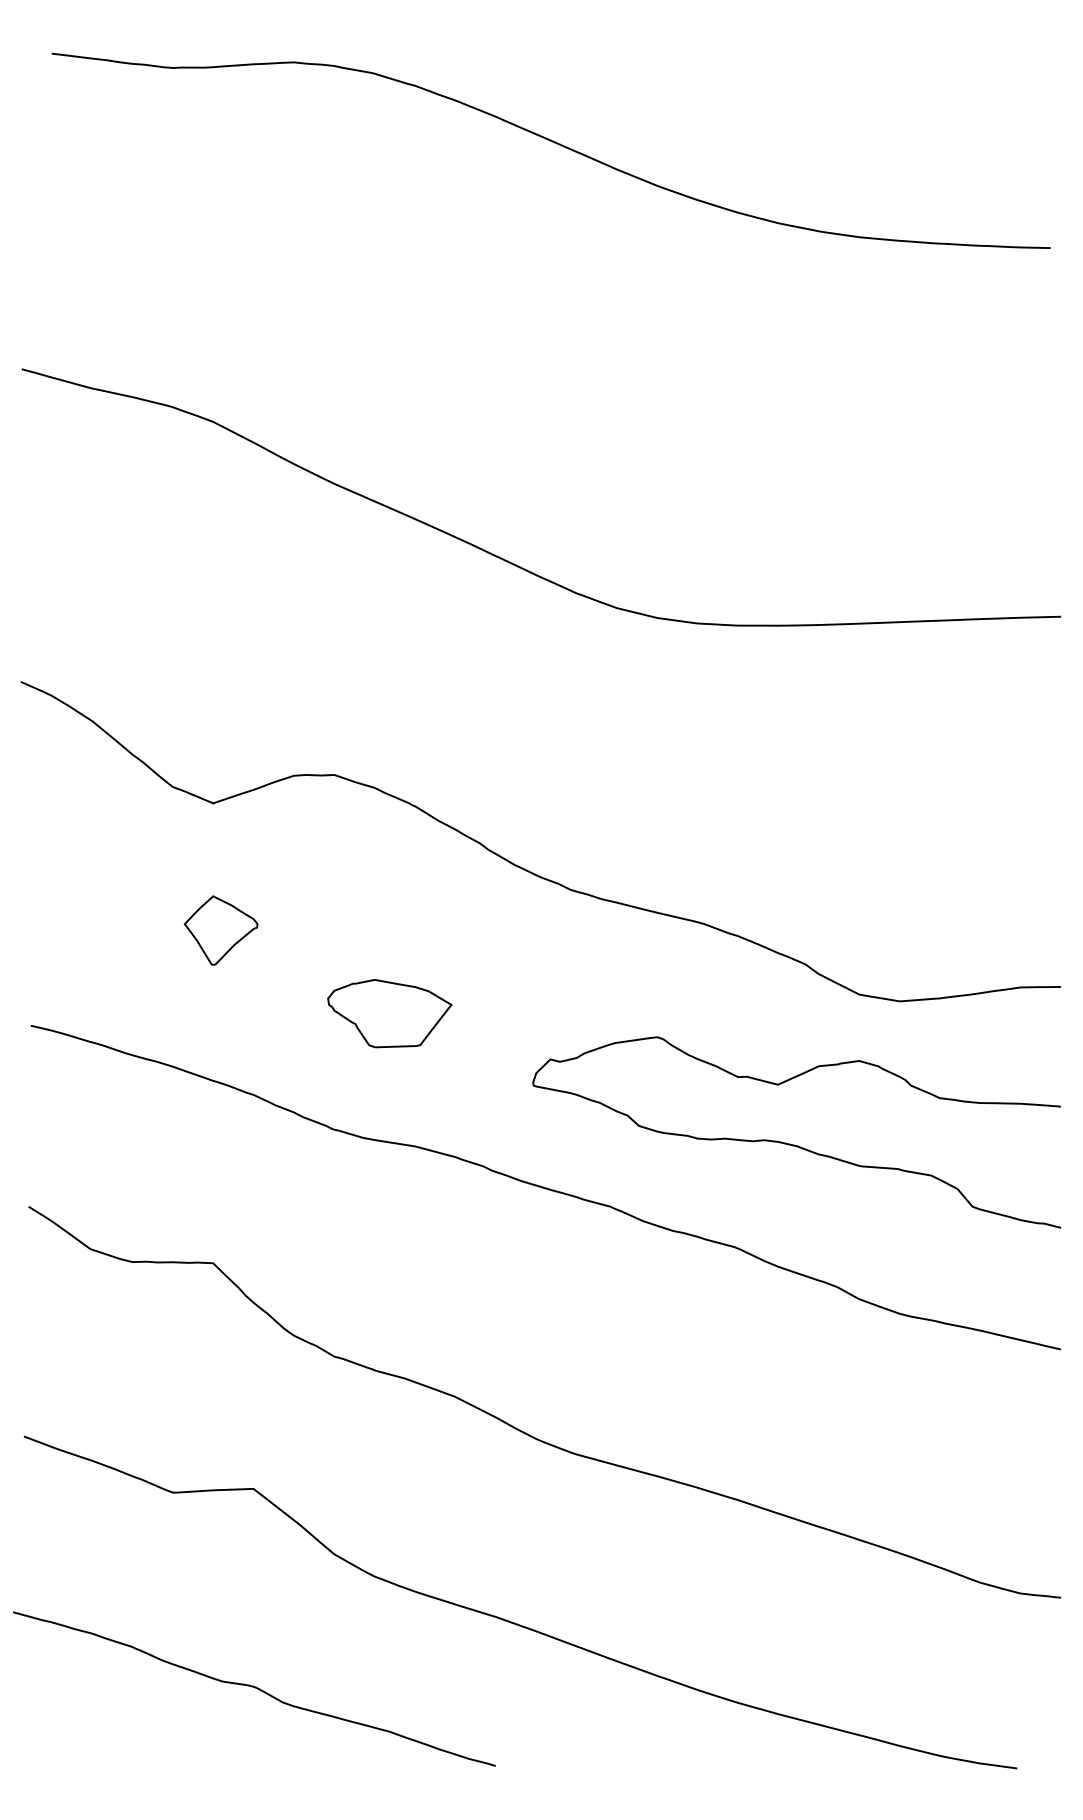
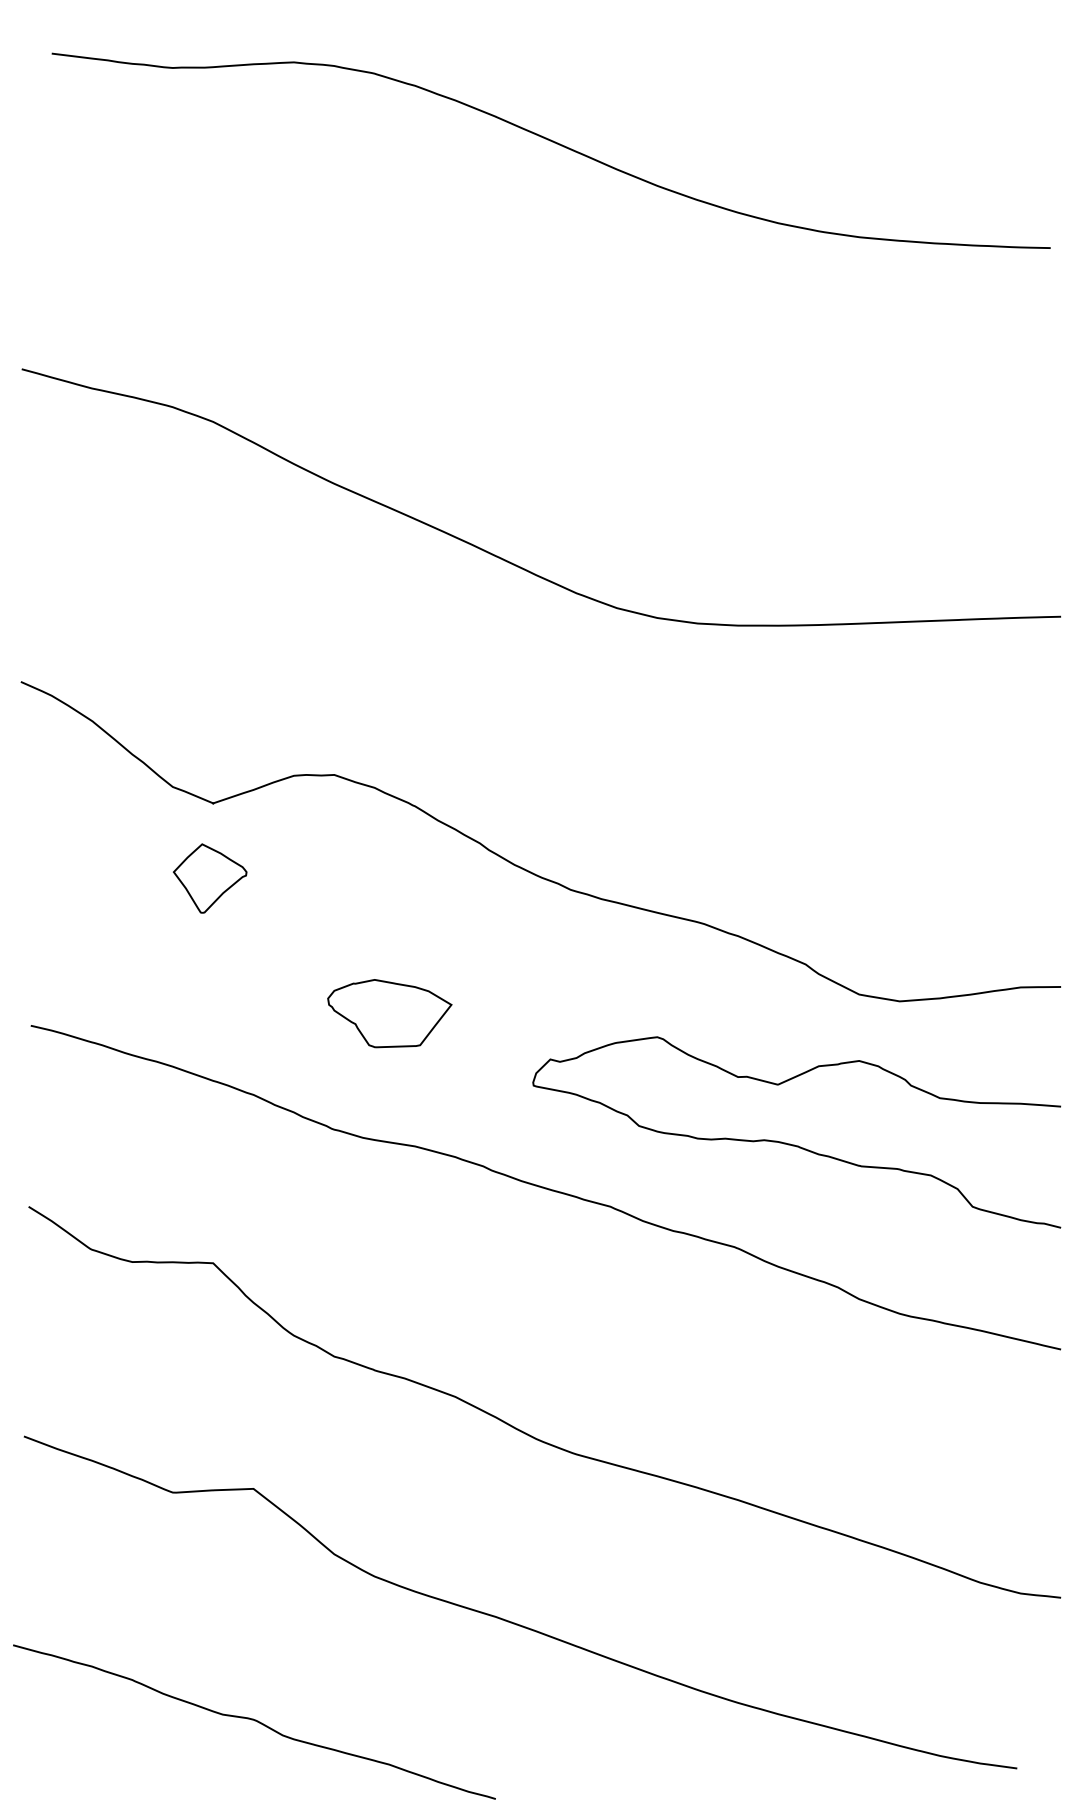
part at (220, 930) position: (220, 930) -> (209, 878)
curve at (254, 1688) position: (254, 1688) -> (254, 1721)
